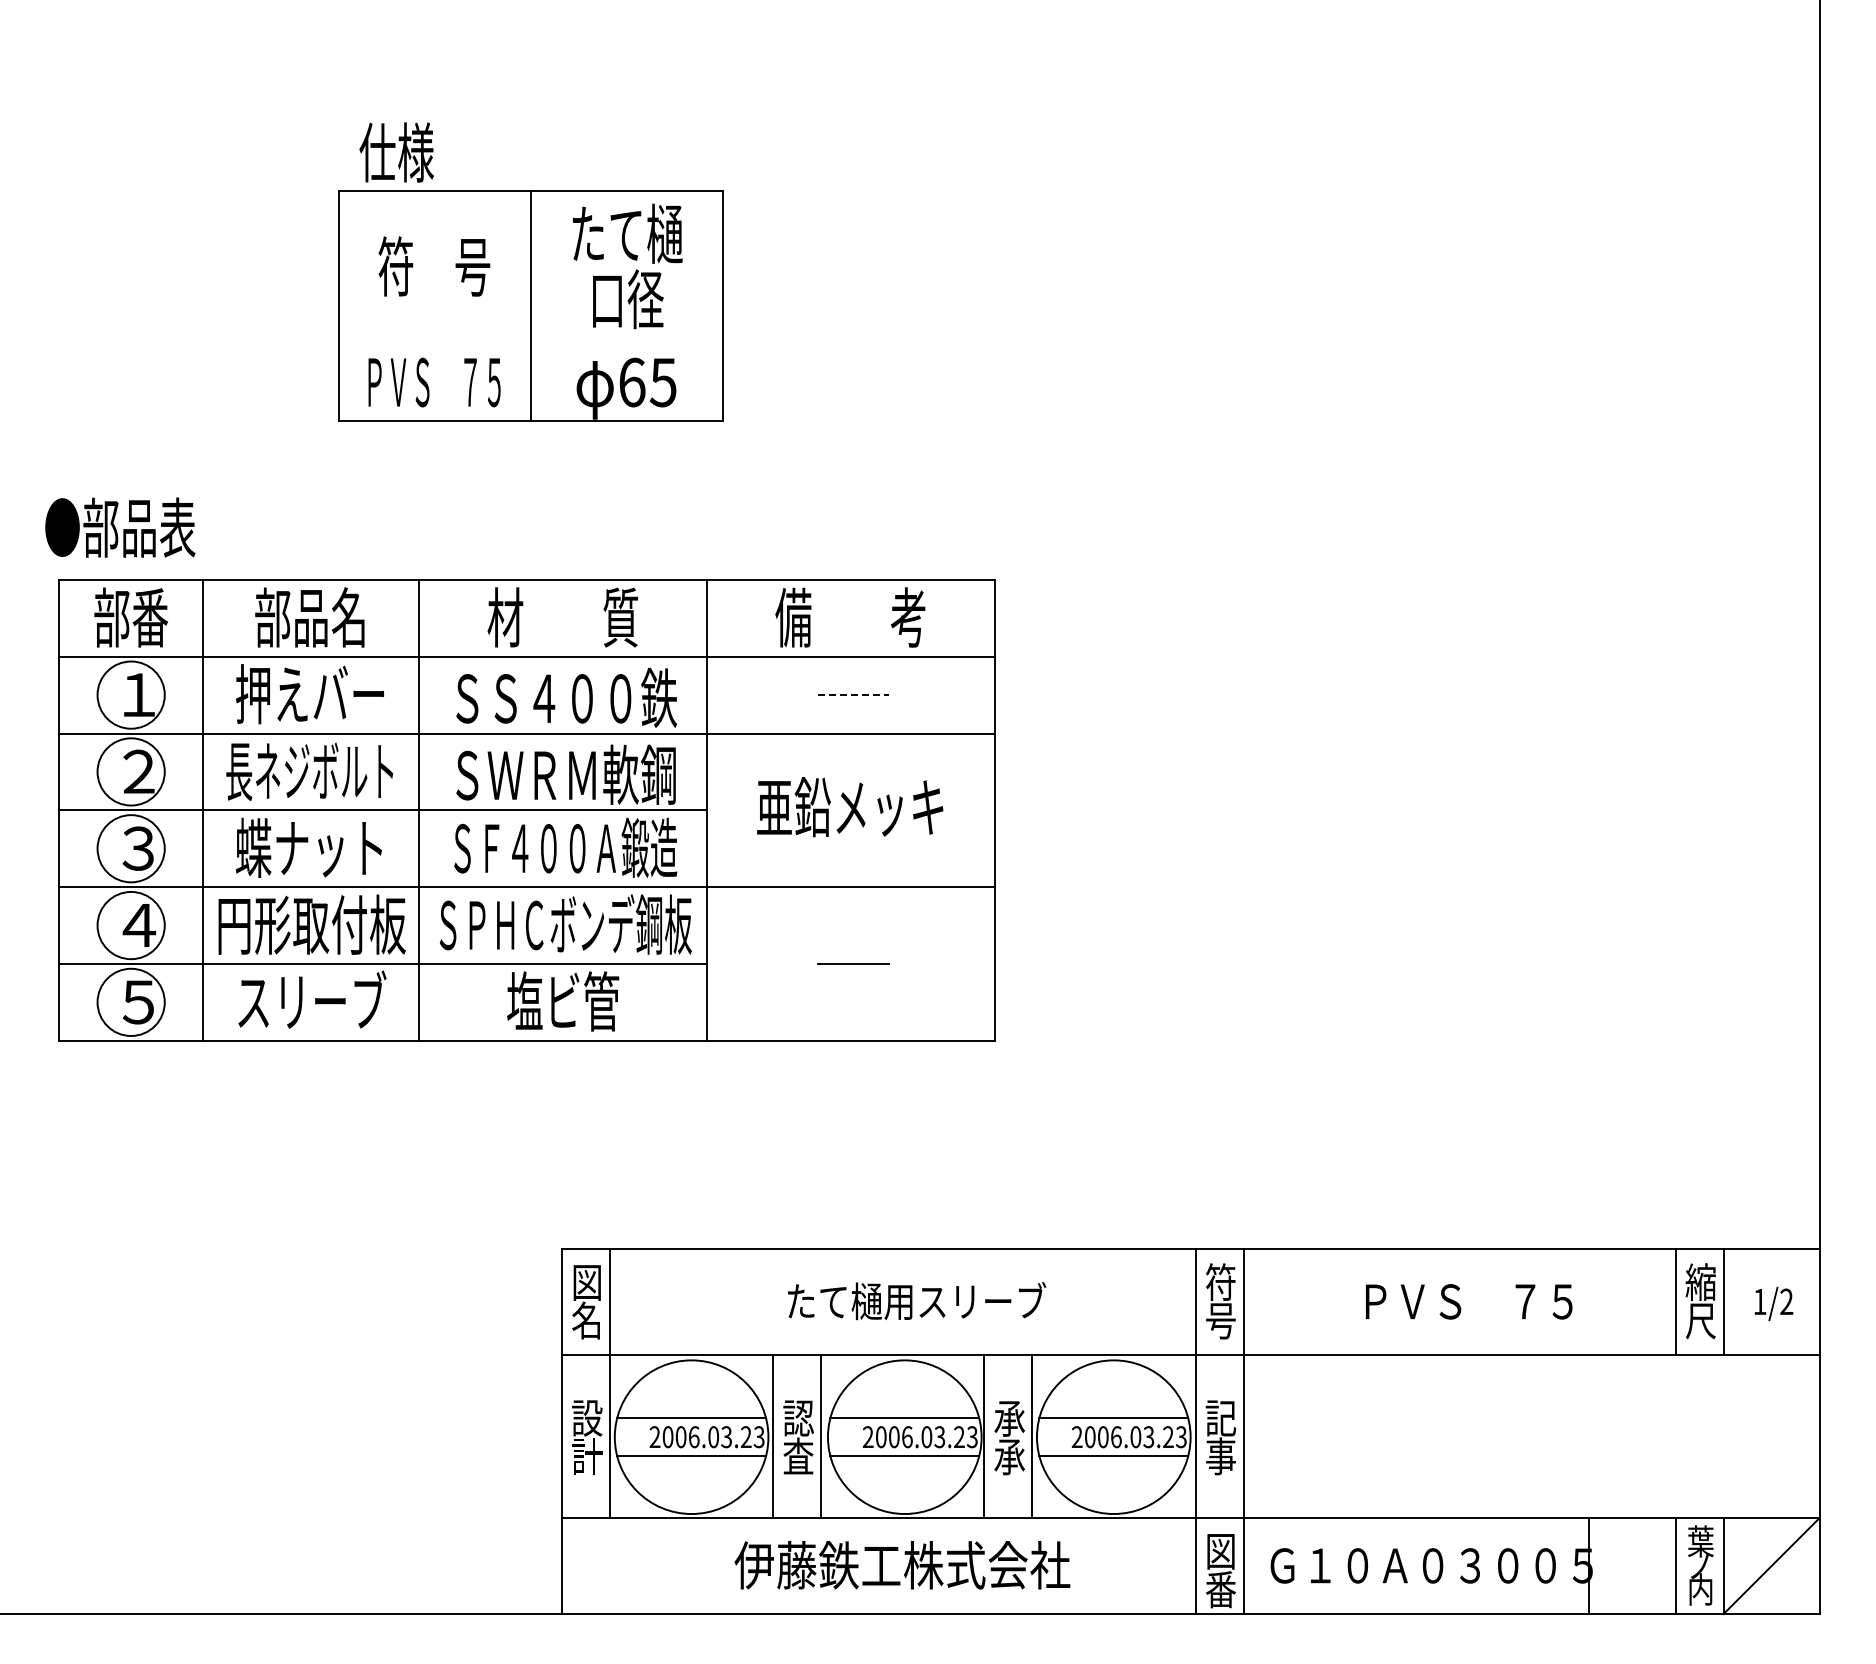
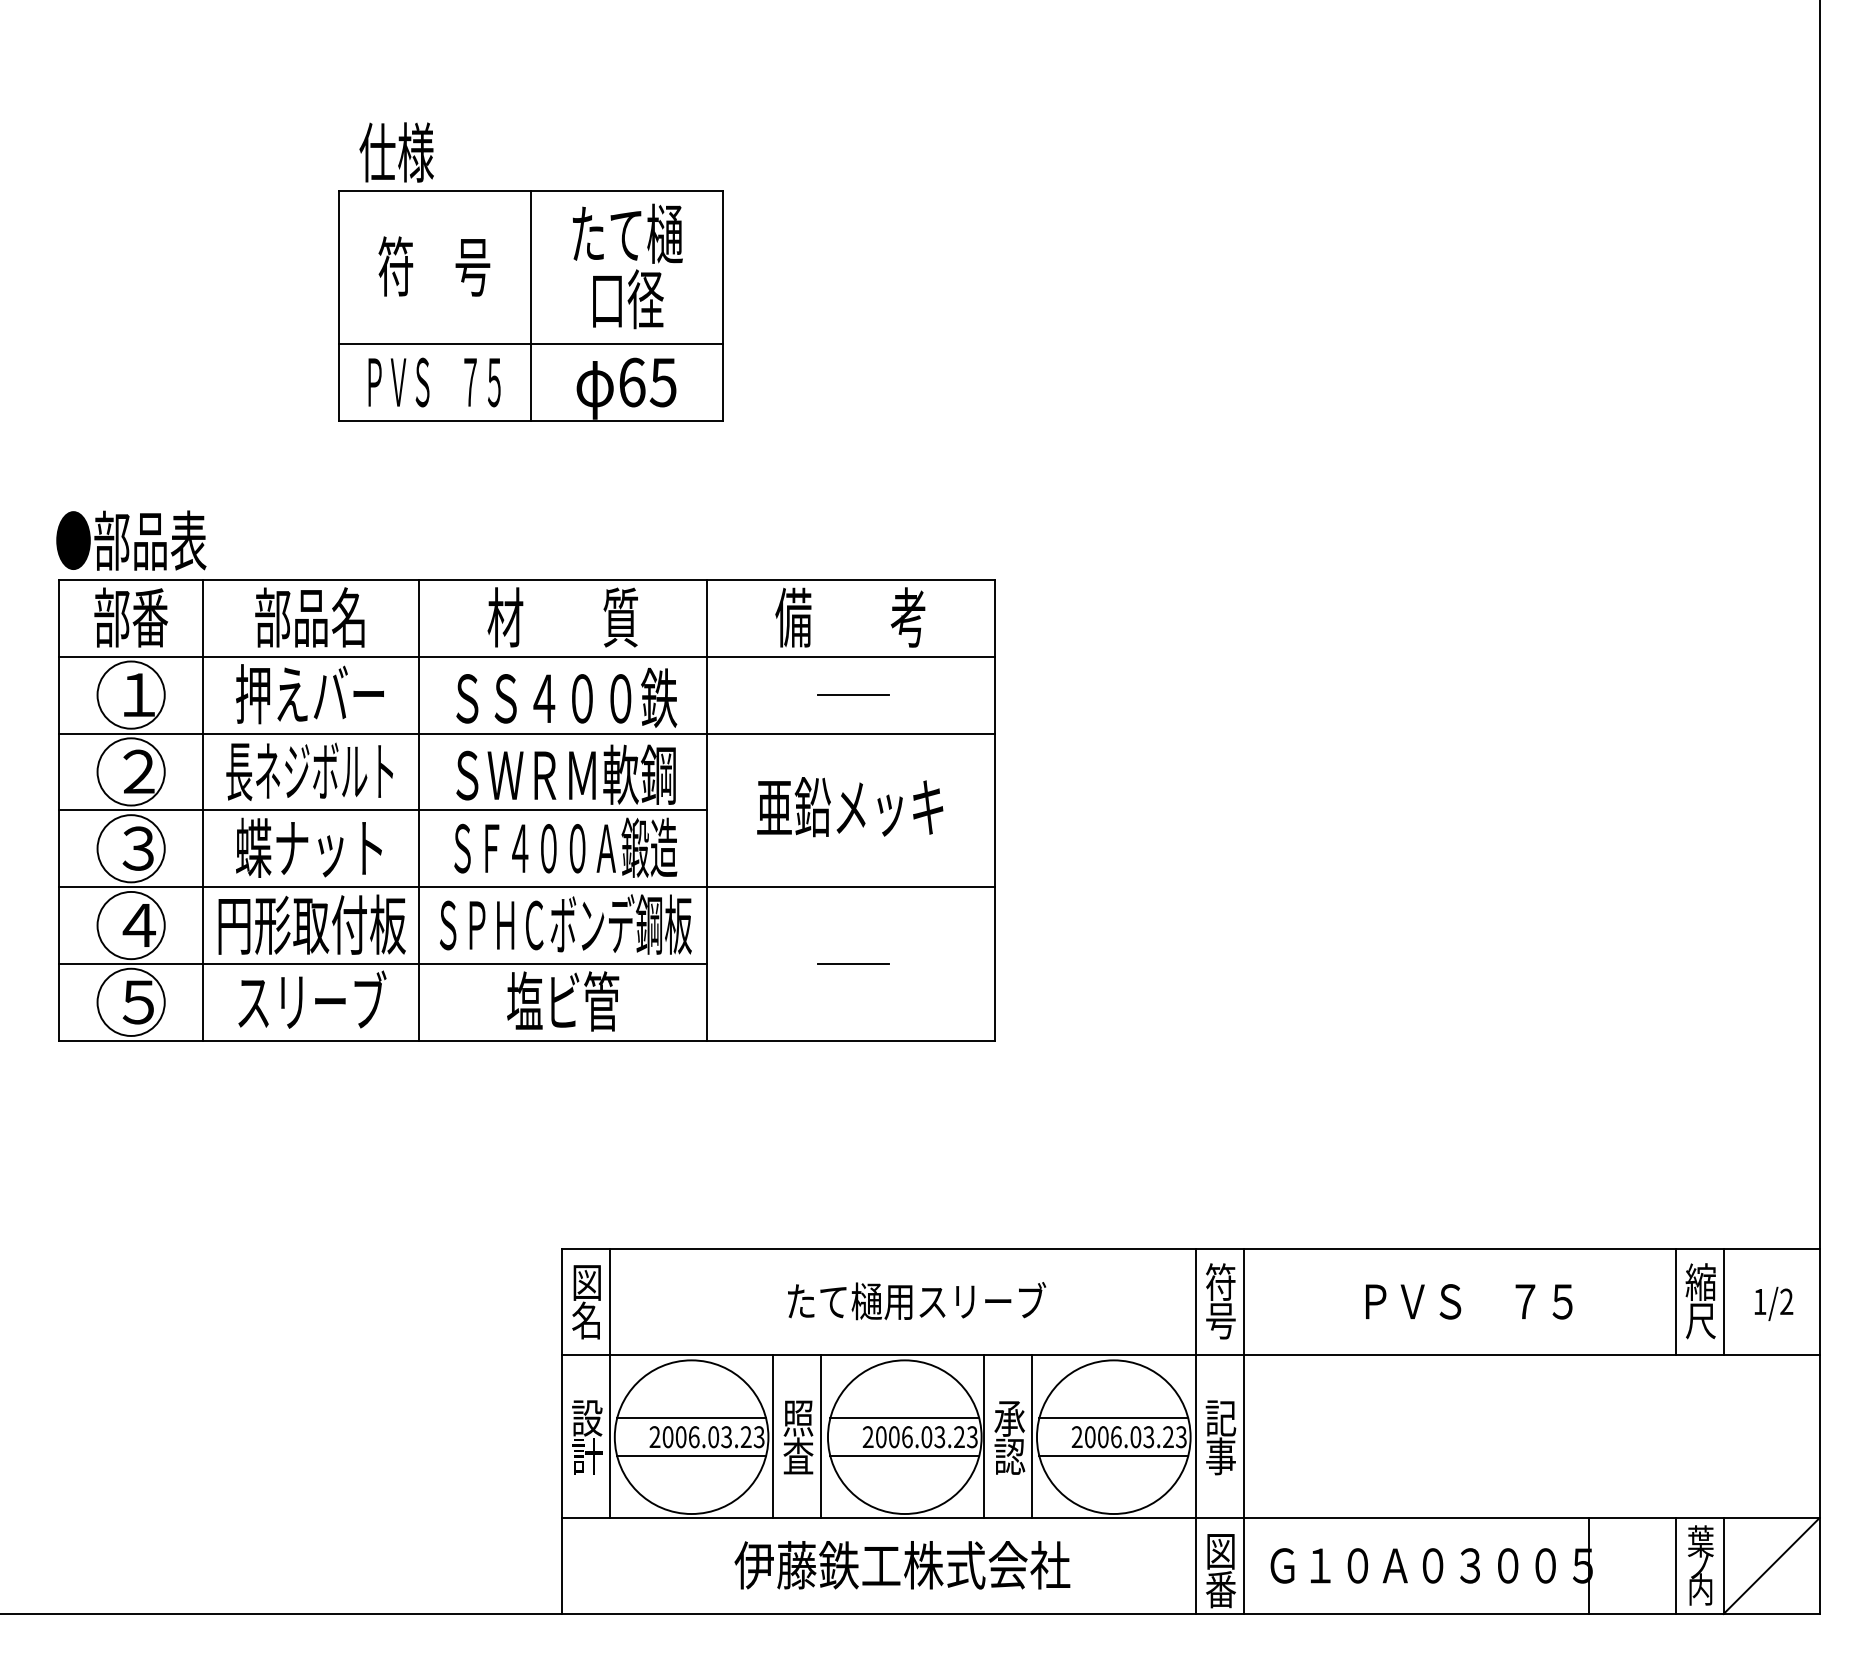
line at (530, 344): none -> present
text at (120, 527) position: (120, 527) -> (131, 540)
line at (853, 695): dashed -> solid
text at (798, 1418): 認 -> 照
text at (1009, 1456): 承 -> 認
